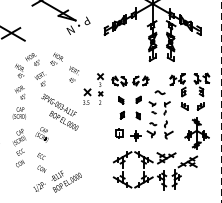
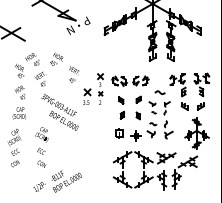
line at (221, 101): dashed -> solid
text at (19, 147) position: (19, 147) -> (14, 147)
text at (41, 162) position: (41, 162) -> (41, 157)
